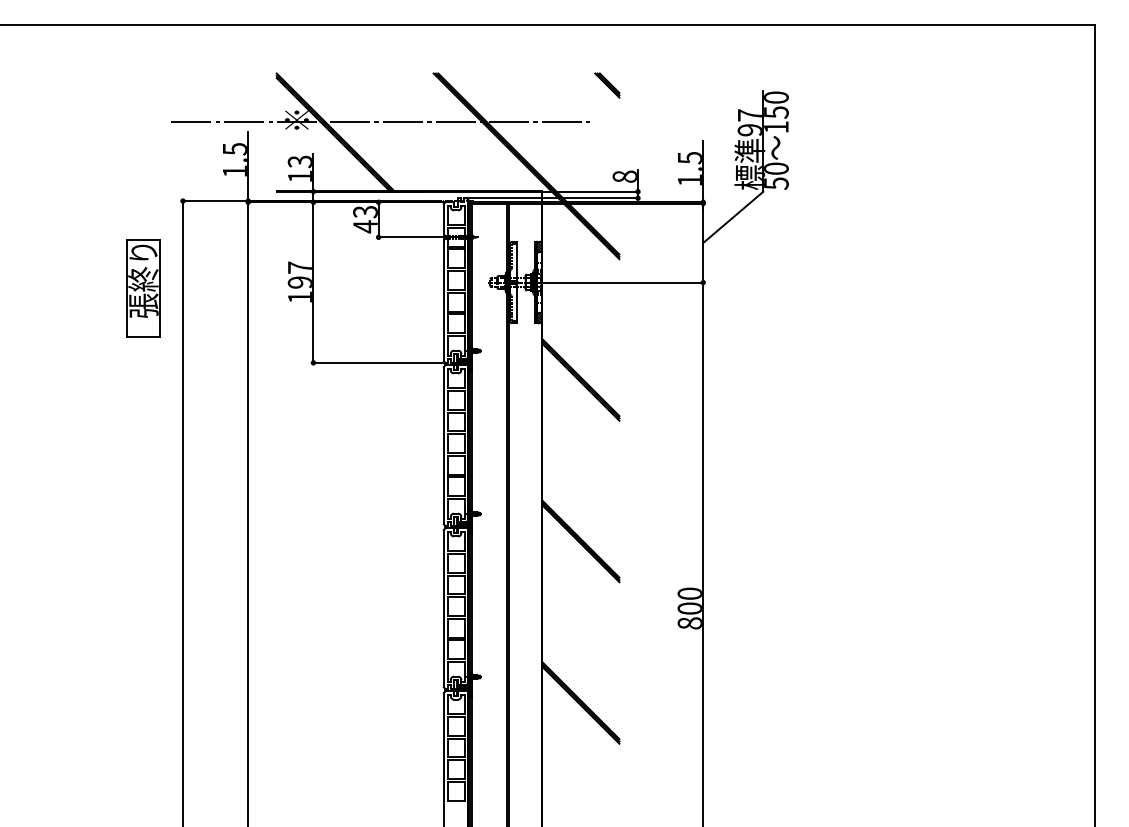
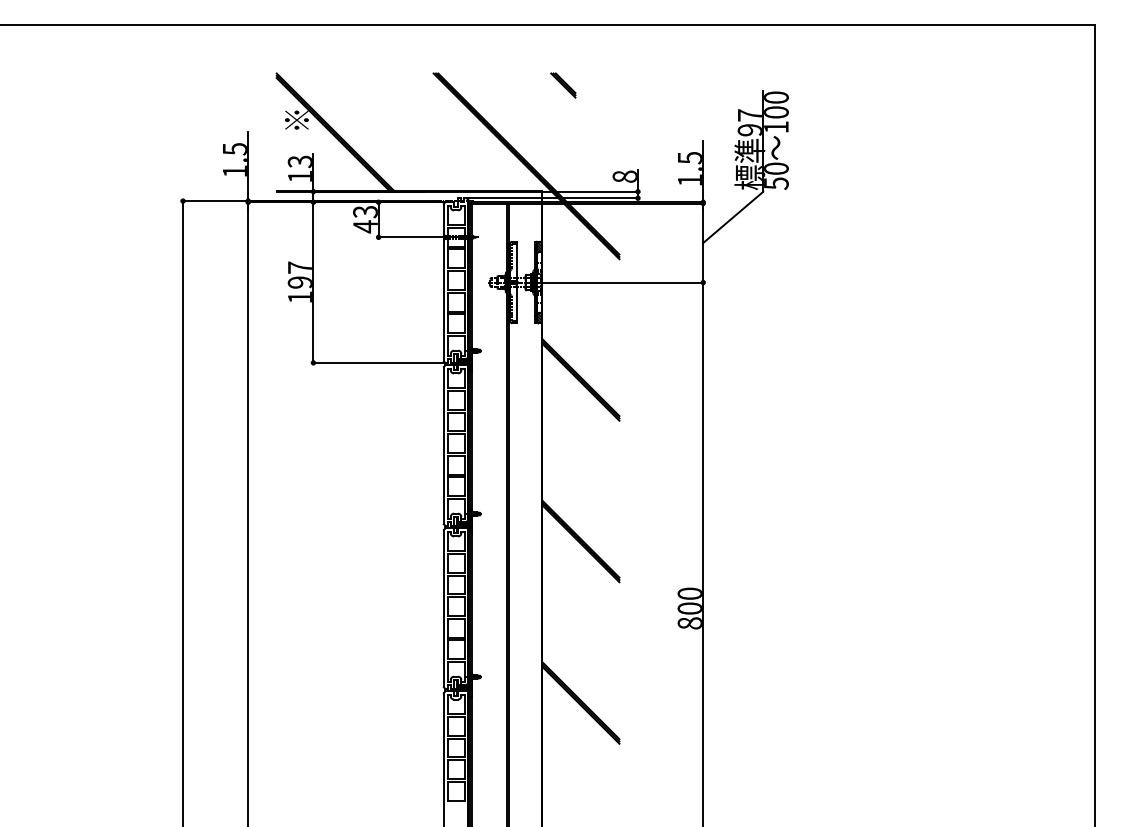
part at (607, 85) position: (607, 85) -> (563, 85)
text at (776, 112): 150 -> 100
line at (380, 122): present -> none
part at (143, 288): present -> none
